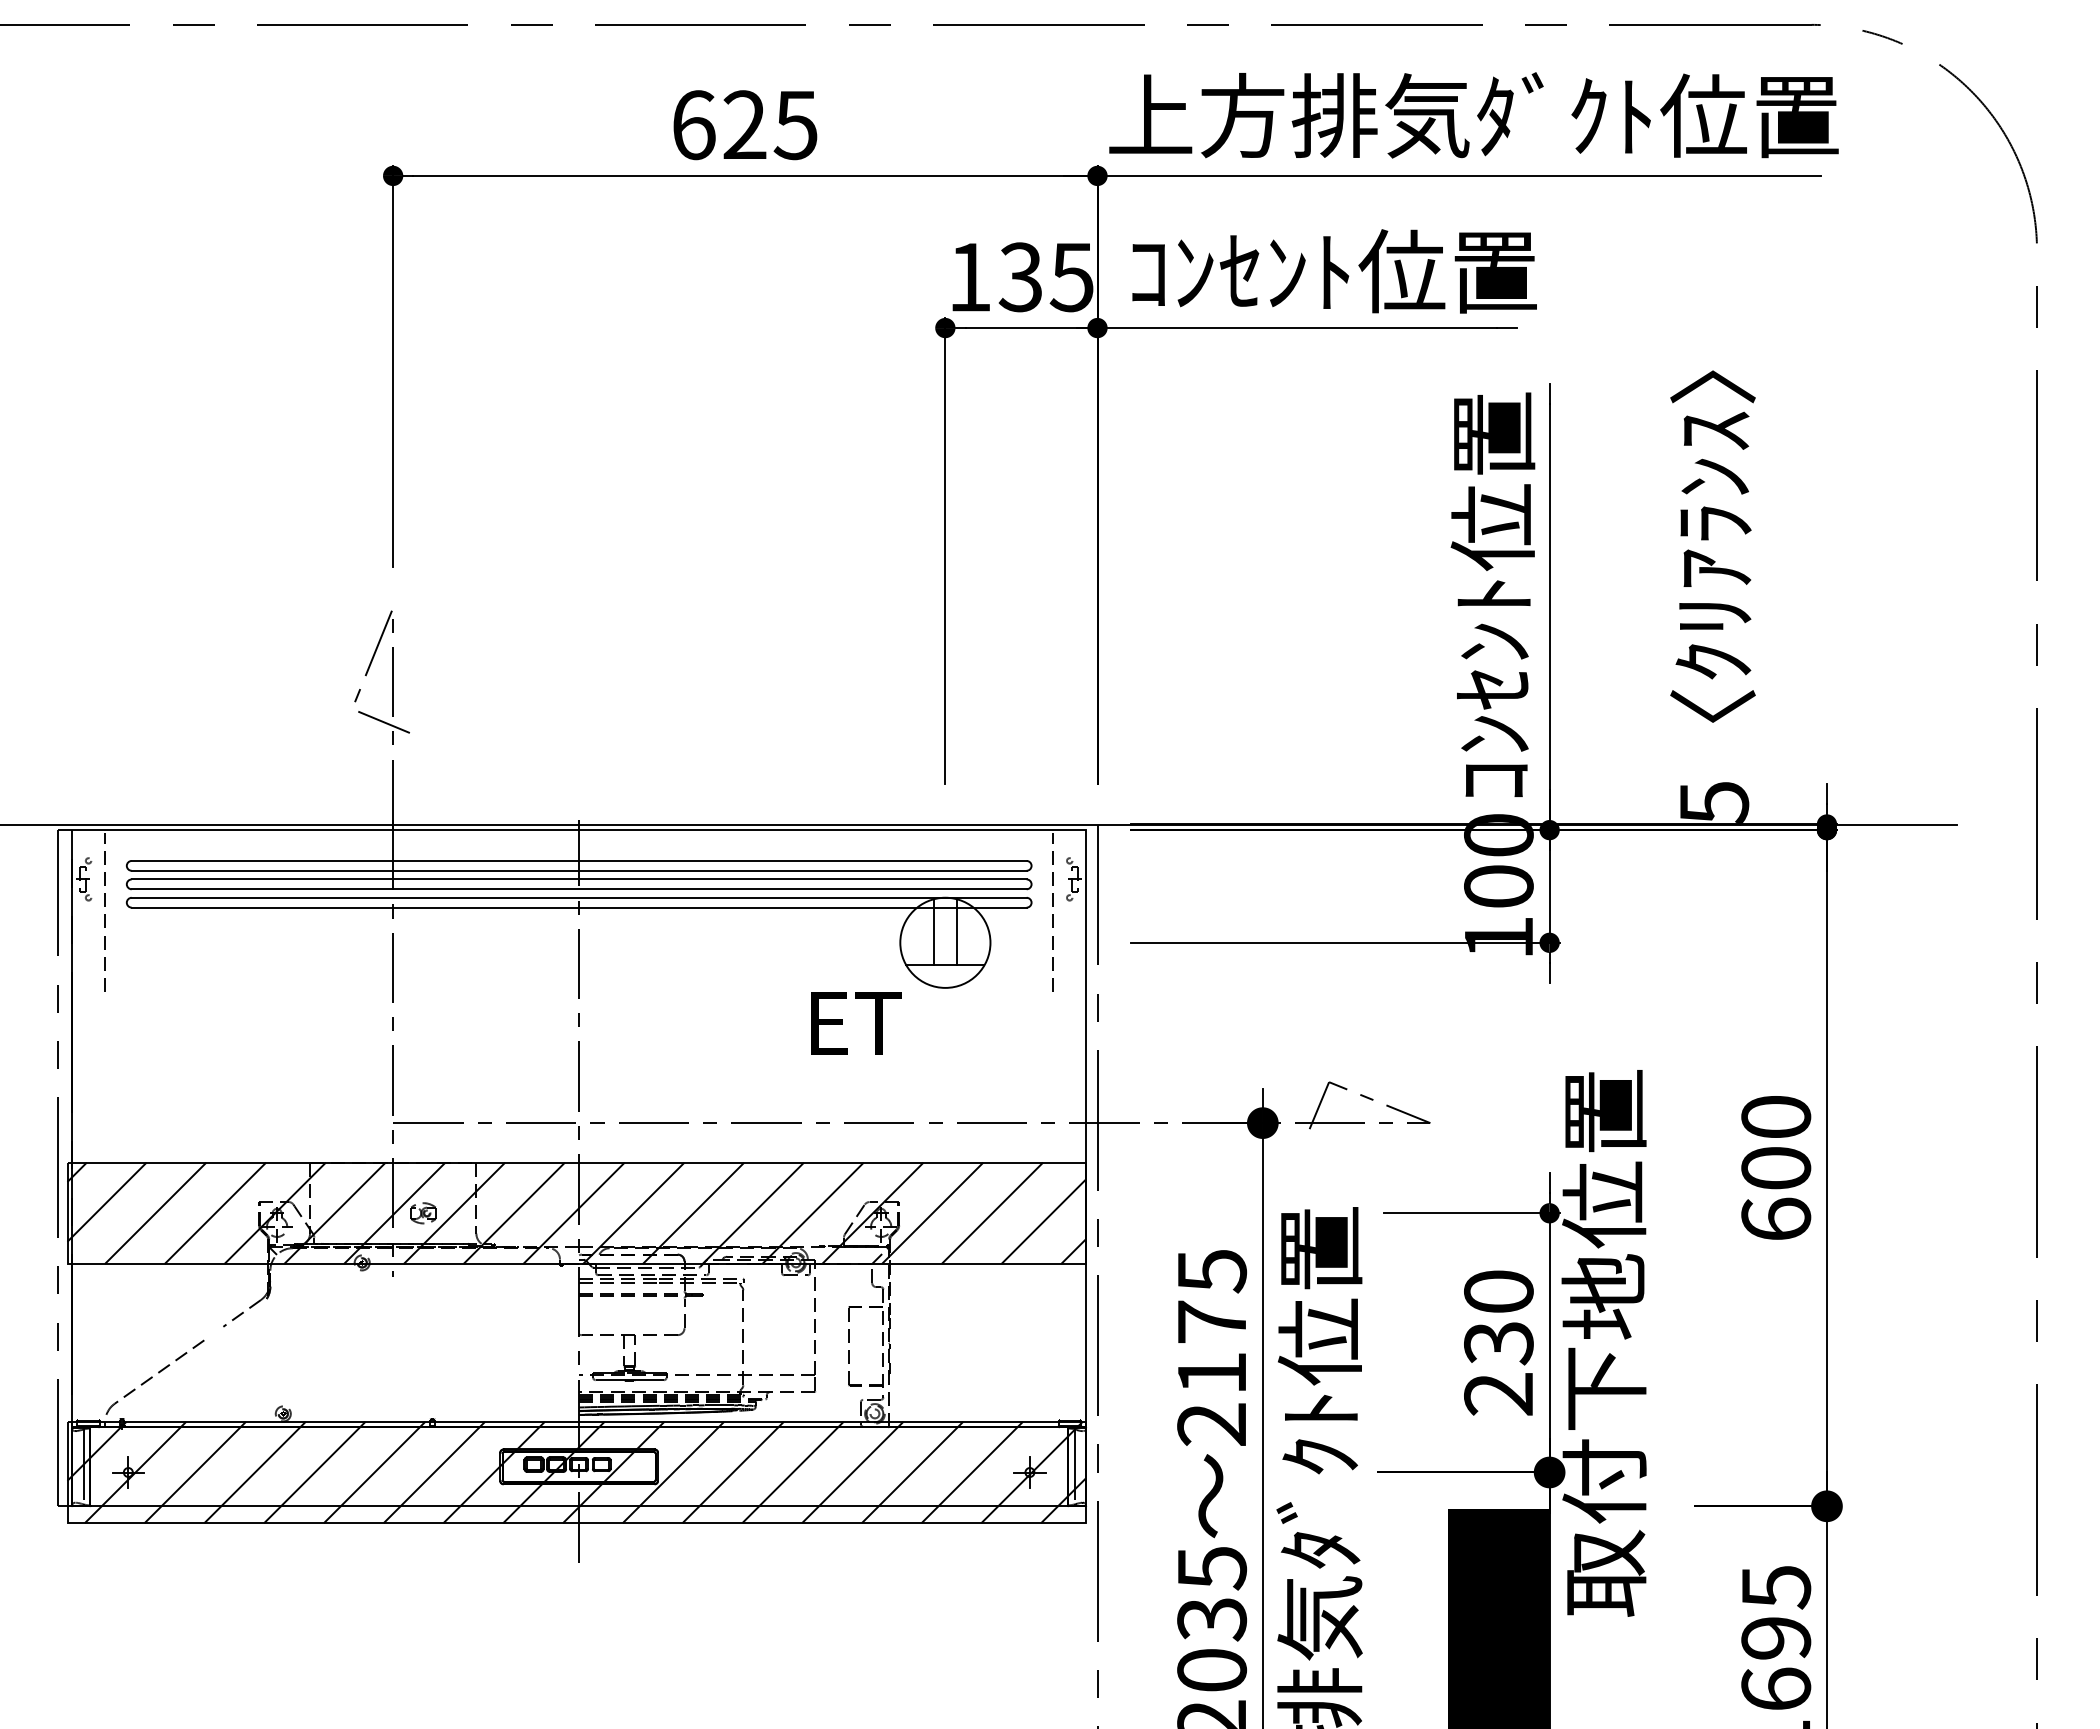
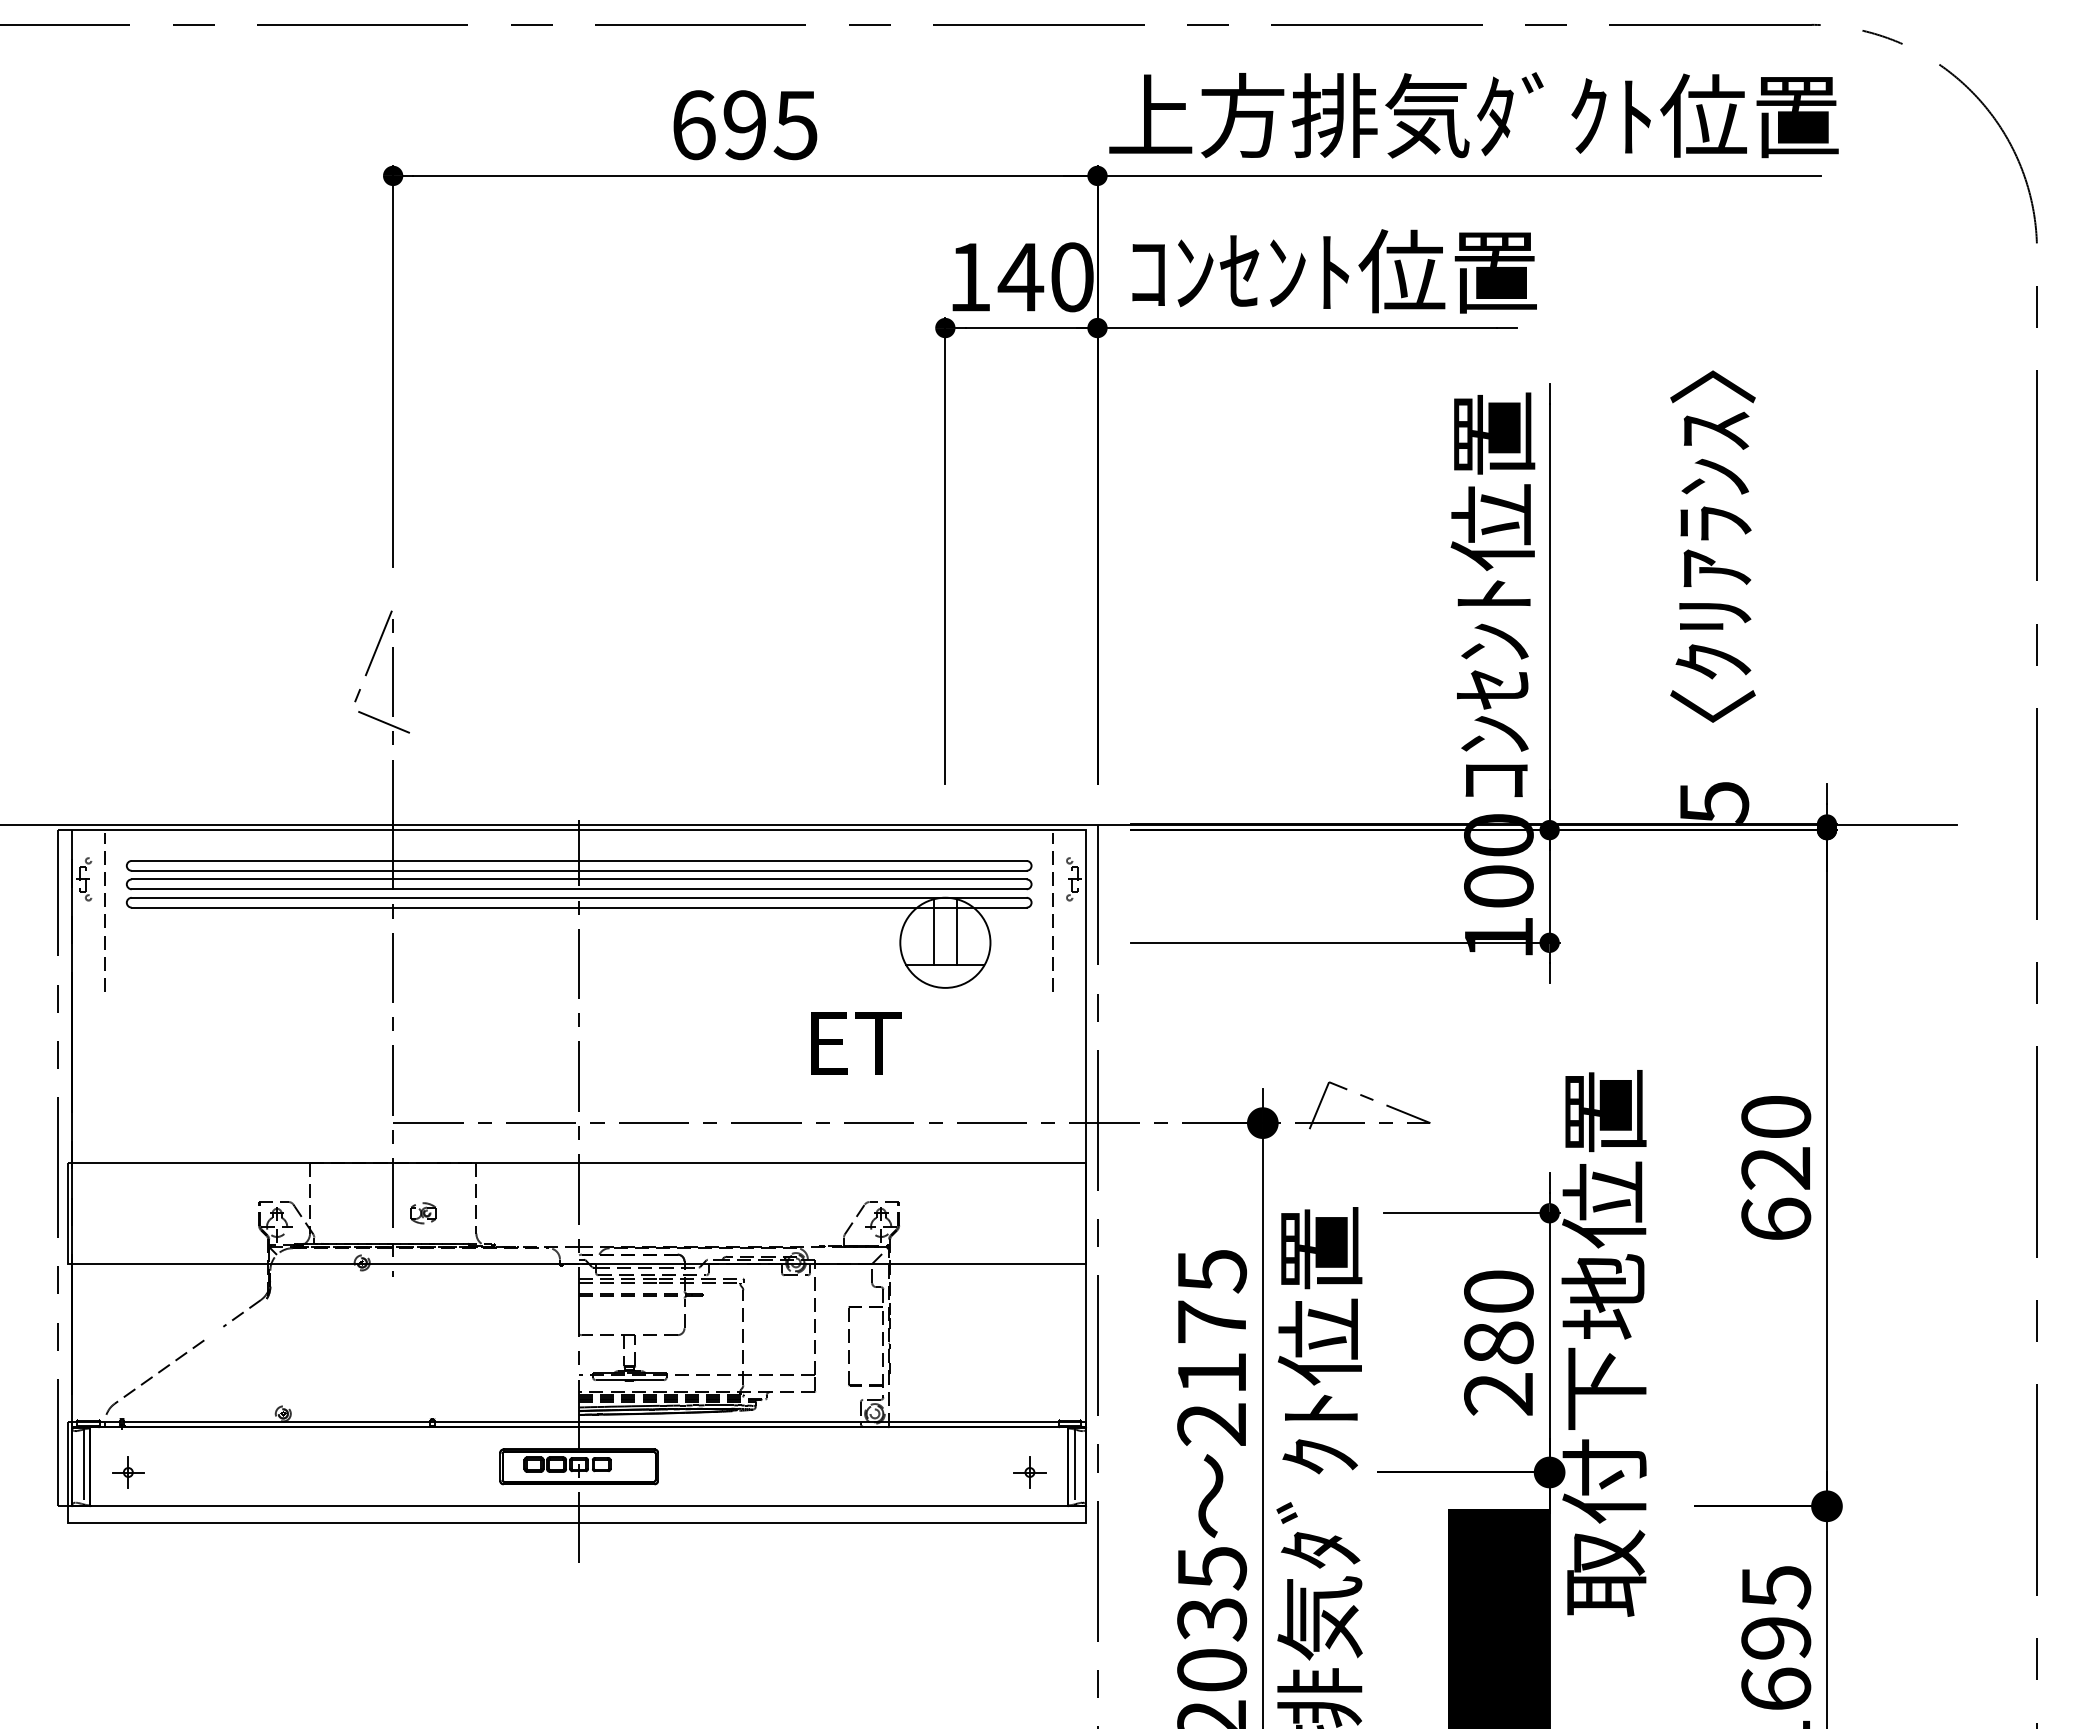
text at (744, 125): 625 -> 695
text at (1045, 277): 135 -> 140
text at (856, 1023) position: (856, 1023) -> (856, 1043)
text at (1776, 1168): 600 -> 620
hatch at (576, 1213): present -> none
text at (1498, 1343): 230 -> 280
hatch at (576, 1472): present -> none
